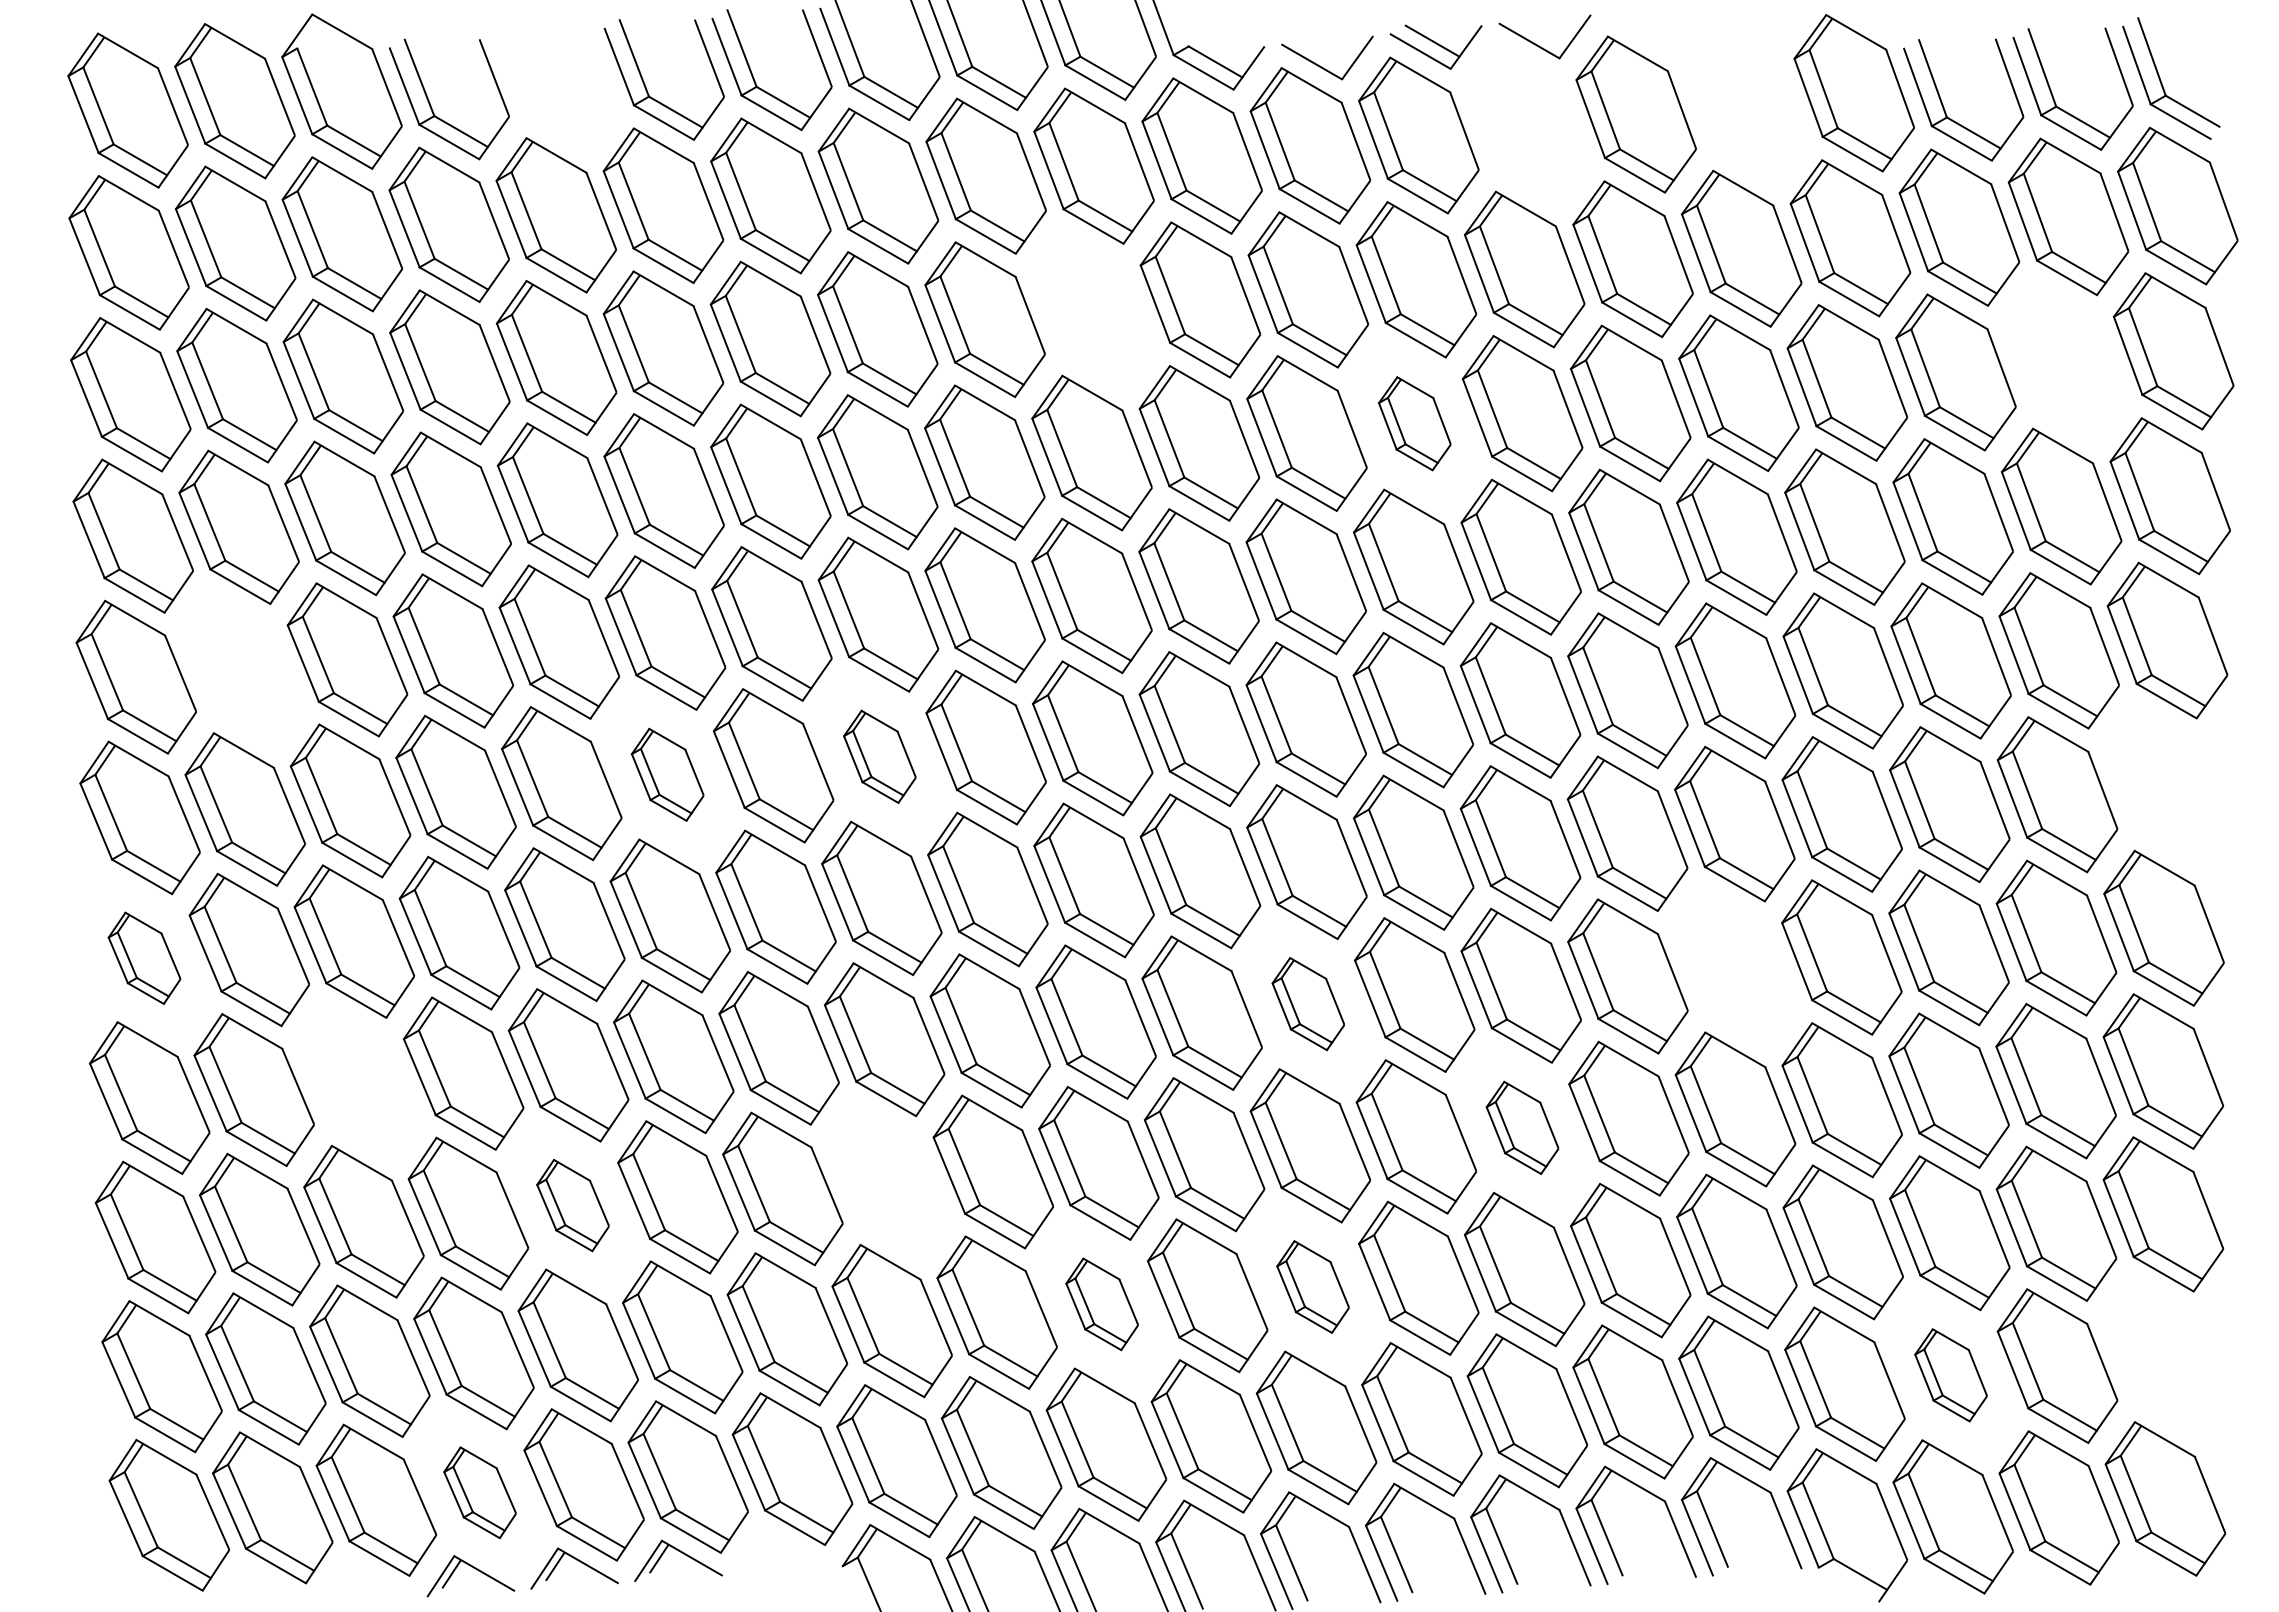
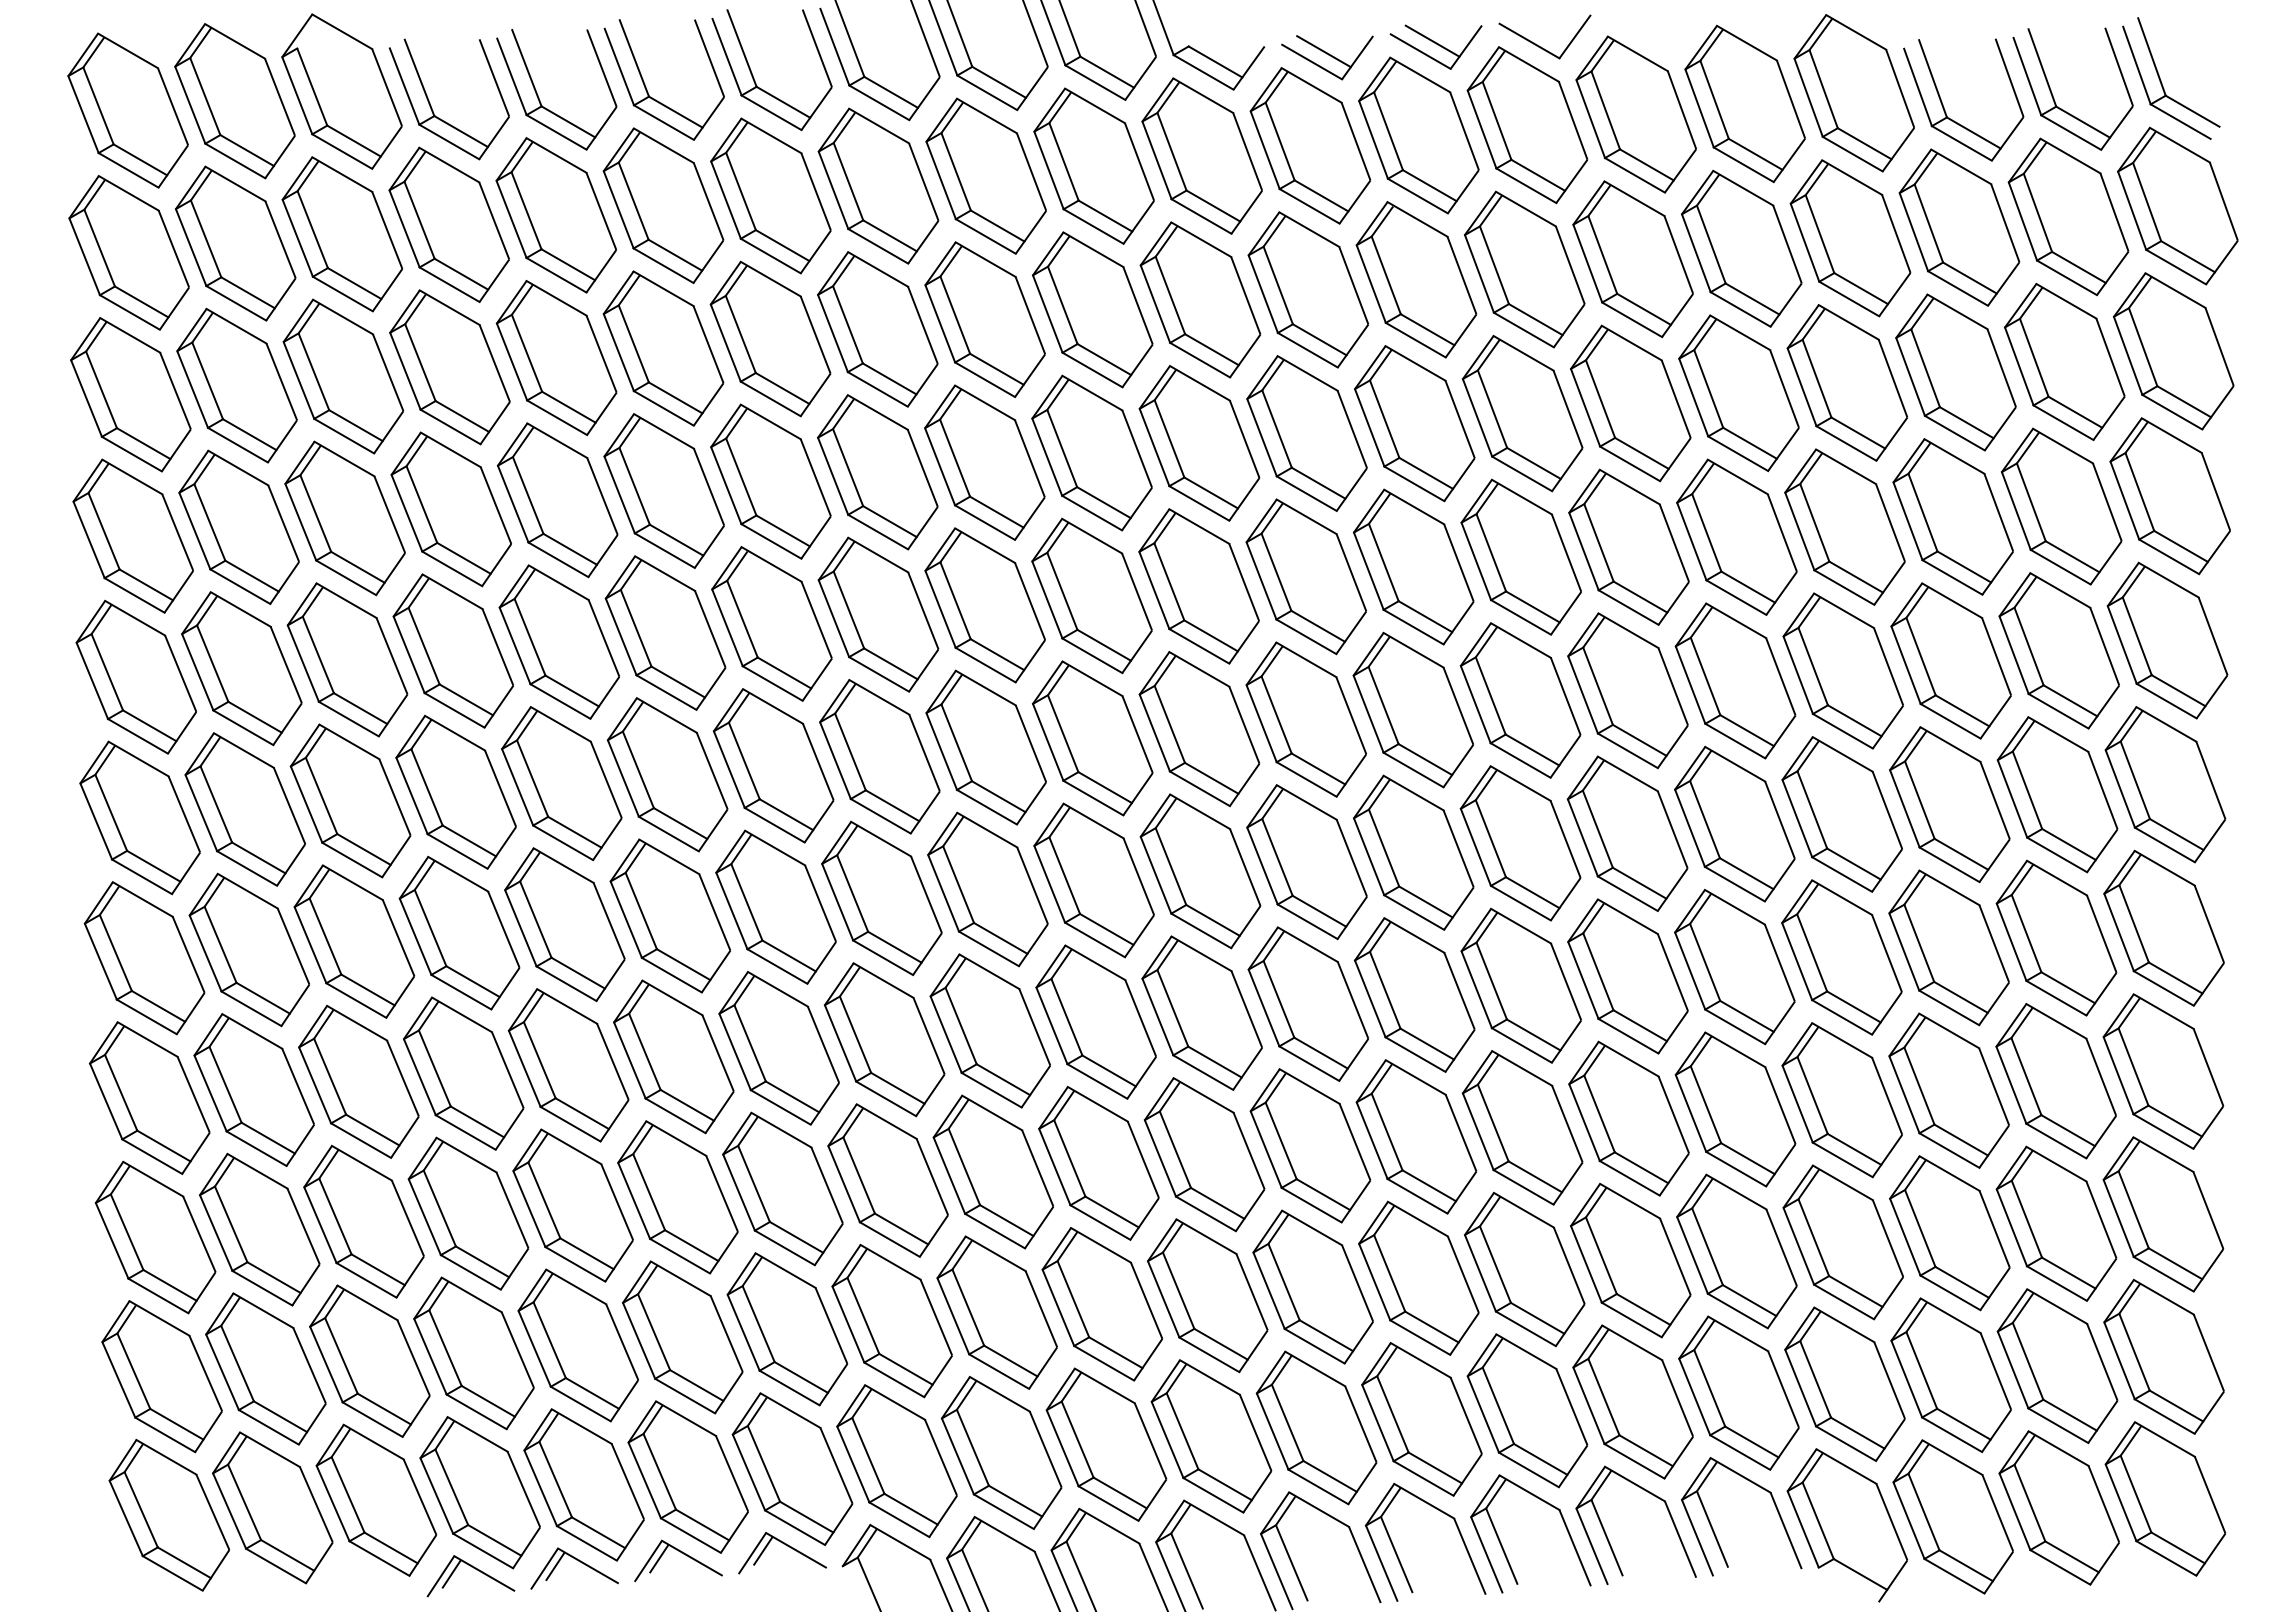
line at (1323, 51): none -> present
part at (539, 97): none -> present
part at (1744, 103): none -> present
part at (1527, 125): none -> present
part at (1092, 309): none -> present
part at (2064, 361): none -> present
part at (1414, 423) size: 74x96 px -> 122x158 px
part at (241, 668): none -> present
part at (879, 756) size: 74x95 px -> 122x156 px
part at (667, 774) size: 74x95 px -> 122x156 px
part at (2165, 784): none -> present
part at (144, 957) size: 75x94 px -> 123x155 px
part at (1734, 966): none -> present
part at (1308, 1004) size: 75x95 px -> 123x156 px
part at (358, 1081): none -> present
part at (1522, 1127) size: 75x95 px -> 123x156 px
part at (887, 1180): none -> present
part at (572, 1205) size: 74x95 px -> 122x155 px
part at (1312, 1286) size: 74x94 px -> 122x156 px
part at (1101, 1304) size: 74x95 px -> 122x155 px
part at (2163, 1356): none -> present
part at (1950, 1375) size: 74x95 px -> 122x157 px
part at (479, 1492) size: 74x94 px -> 122x154 px
part at (785, 1545): none -> present
